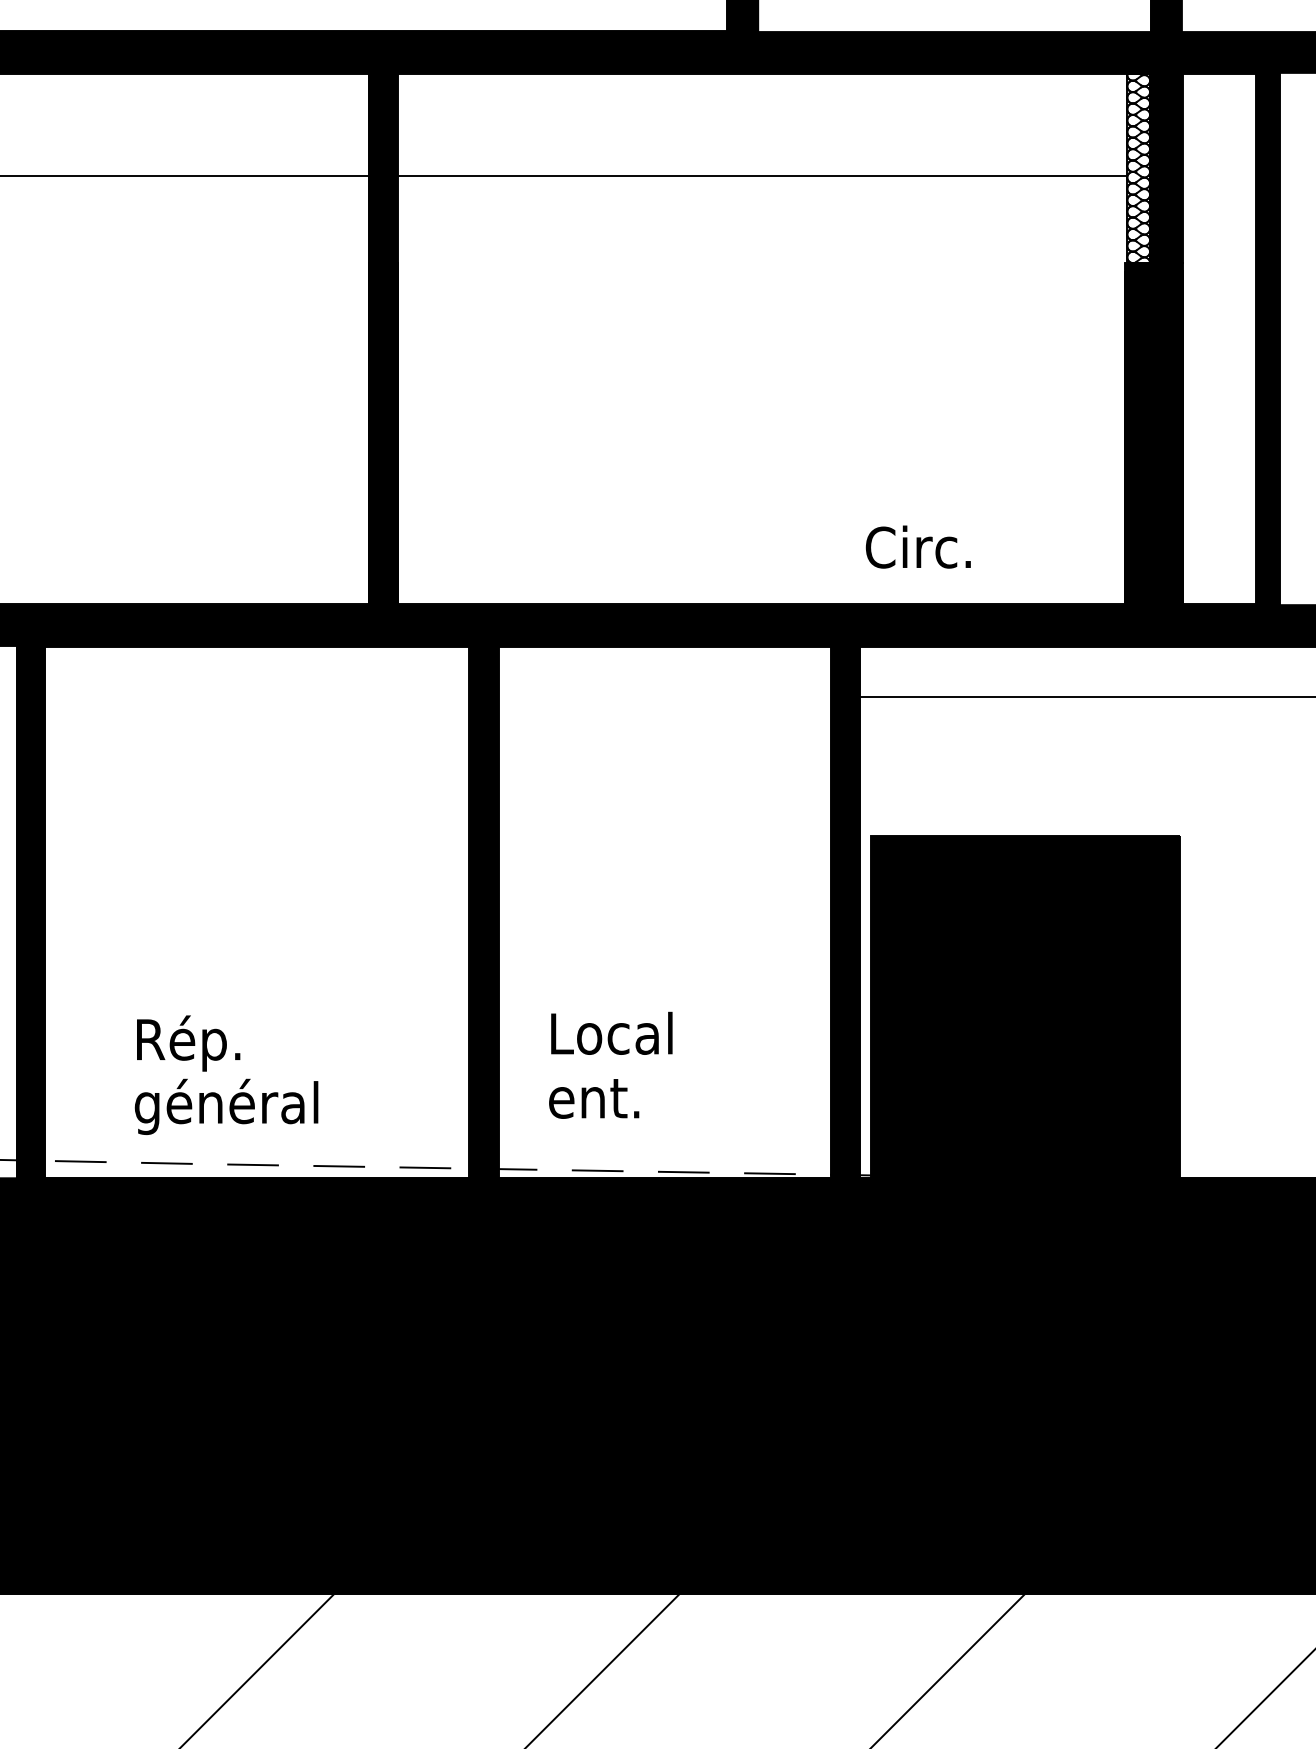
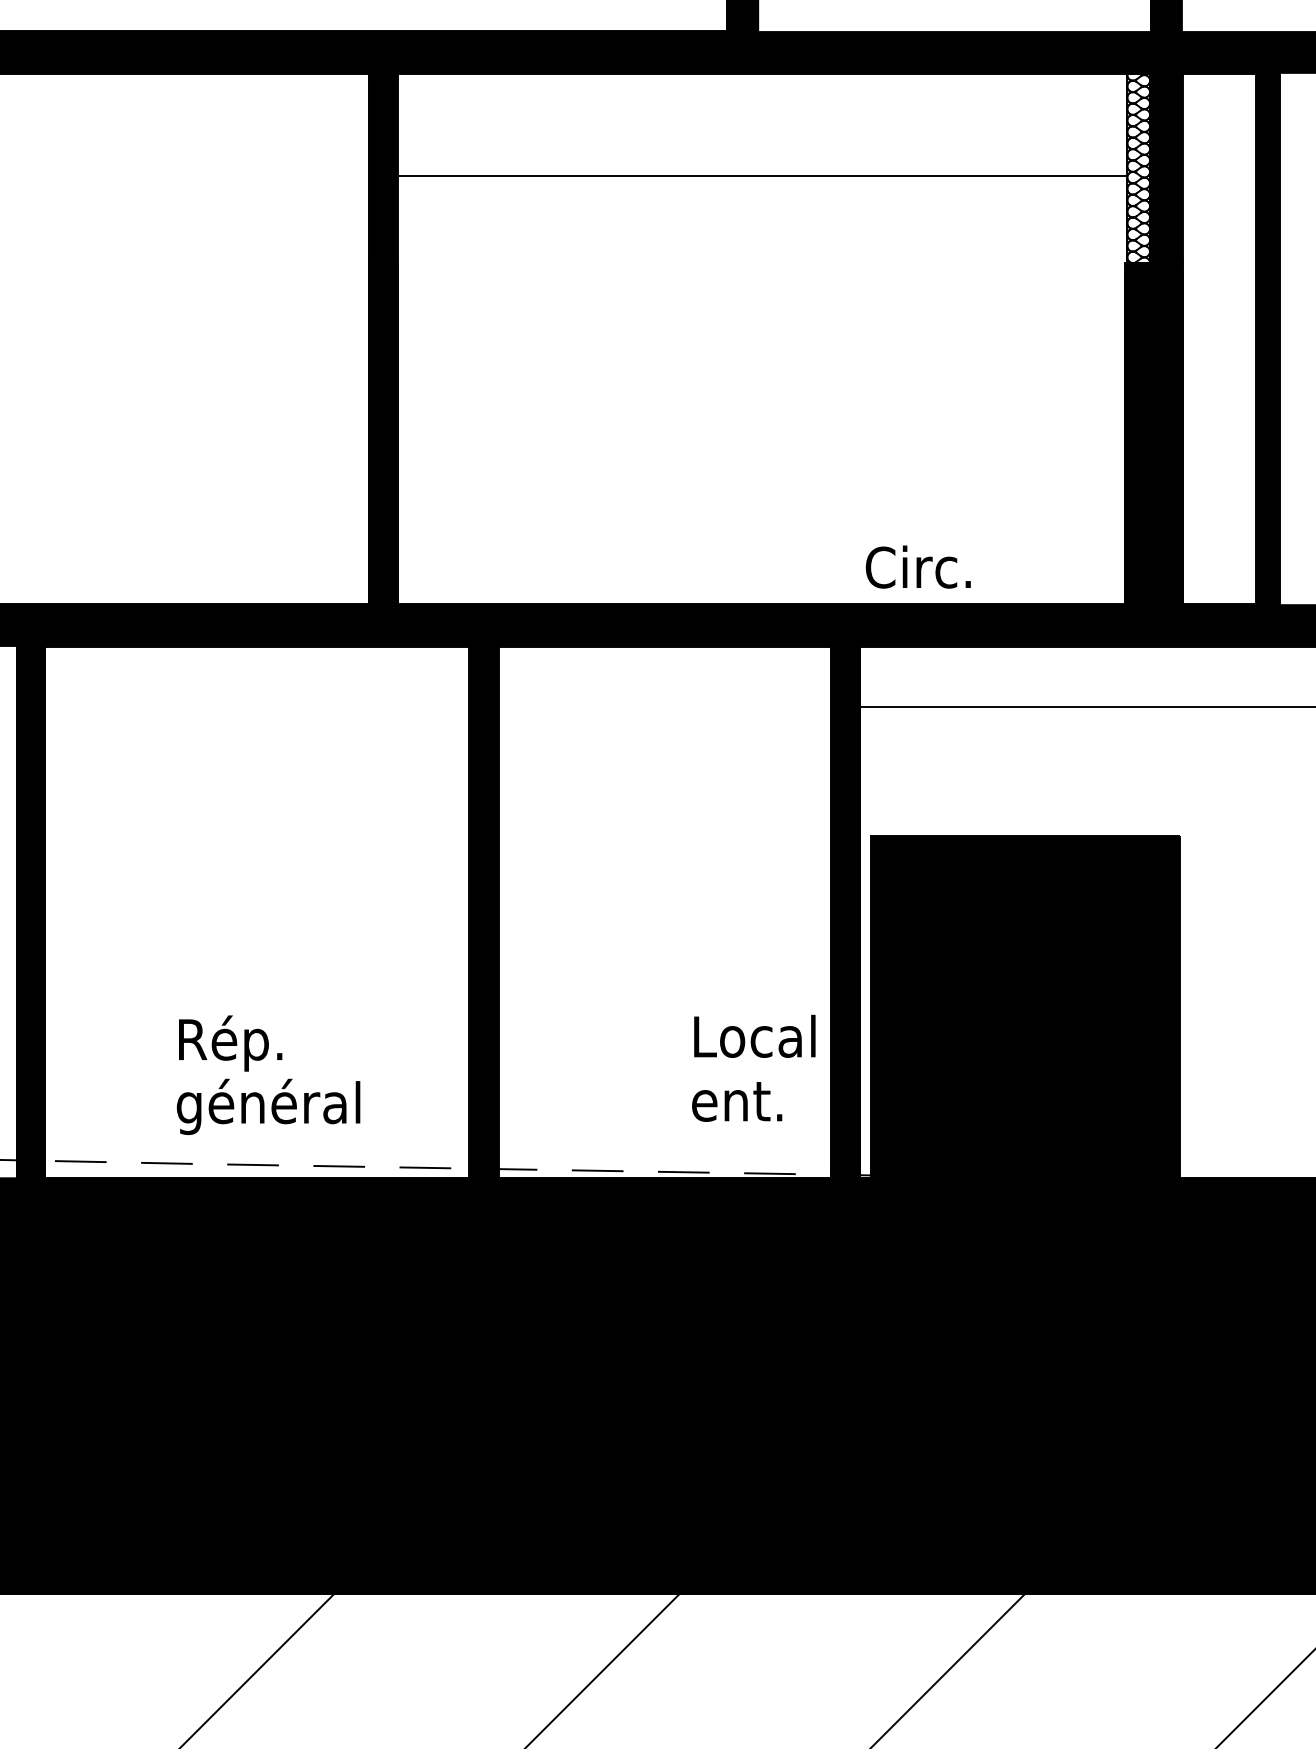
line at (185, 176): present -> none
text at (917, 546) position: (917, 546) -> (917, 566)
line at (1086, 697) position: (1086, 697) -> (1086, 707)
text at (610, 1064) position: (610, 1064) -> (753, 1067)
text at (226, 1074) position: (226, 1074) -> (268, 1074)
